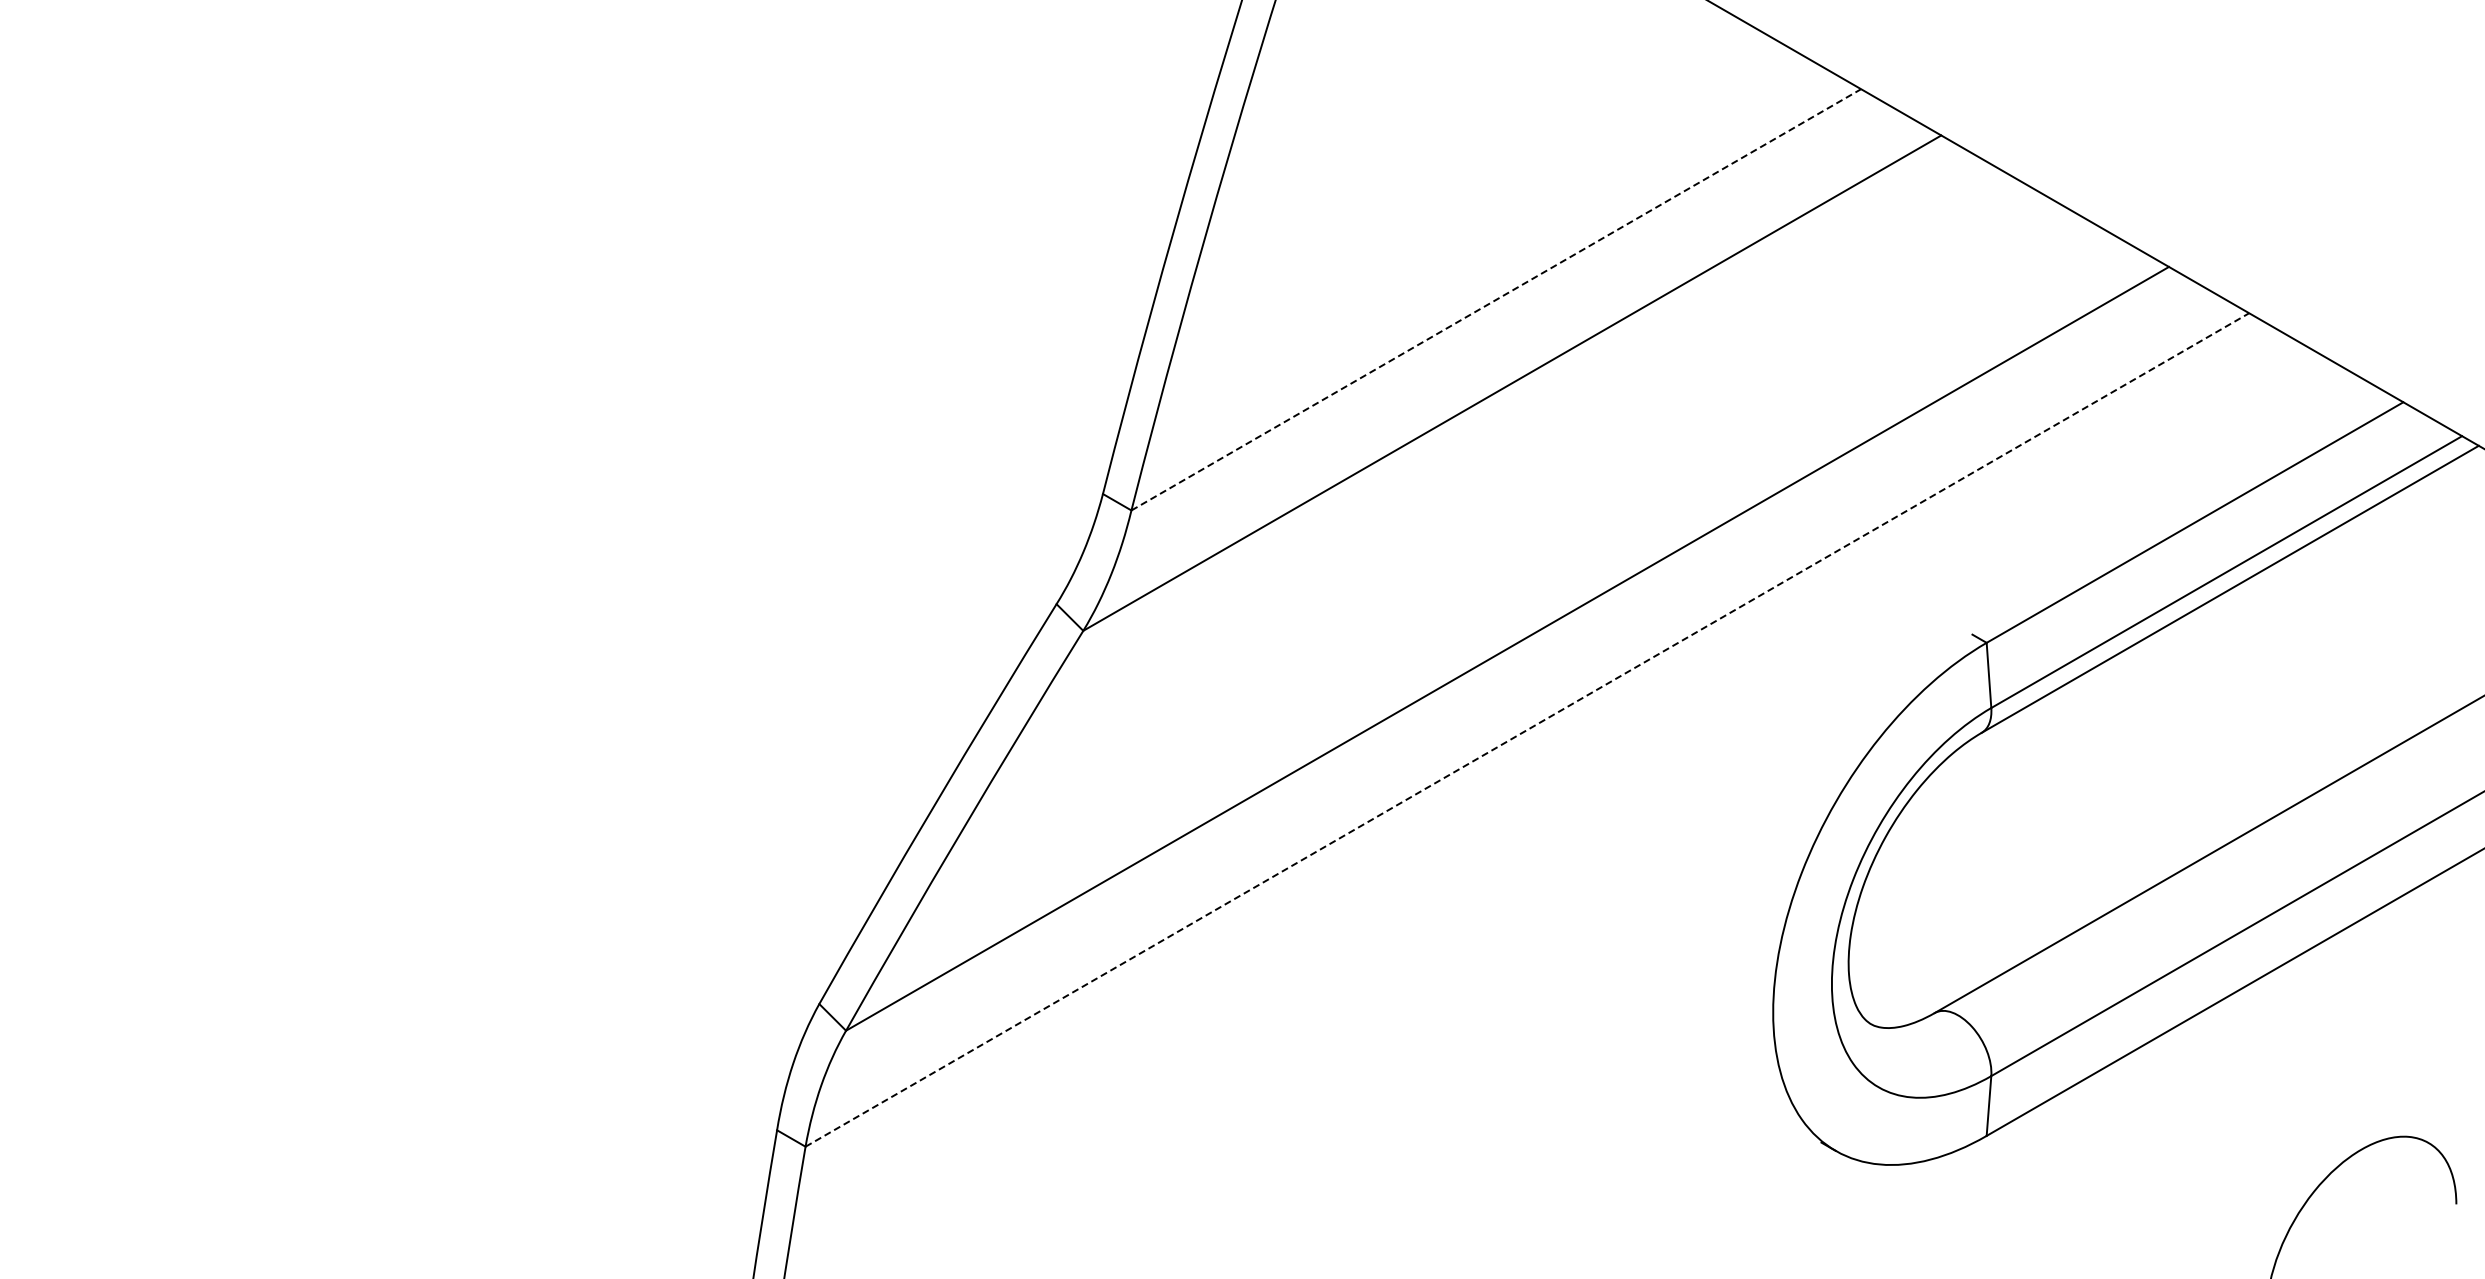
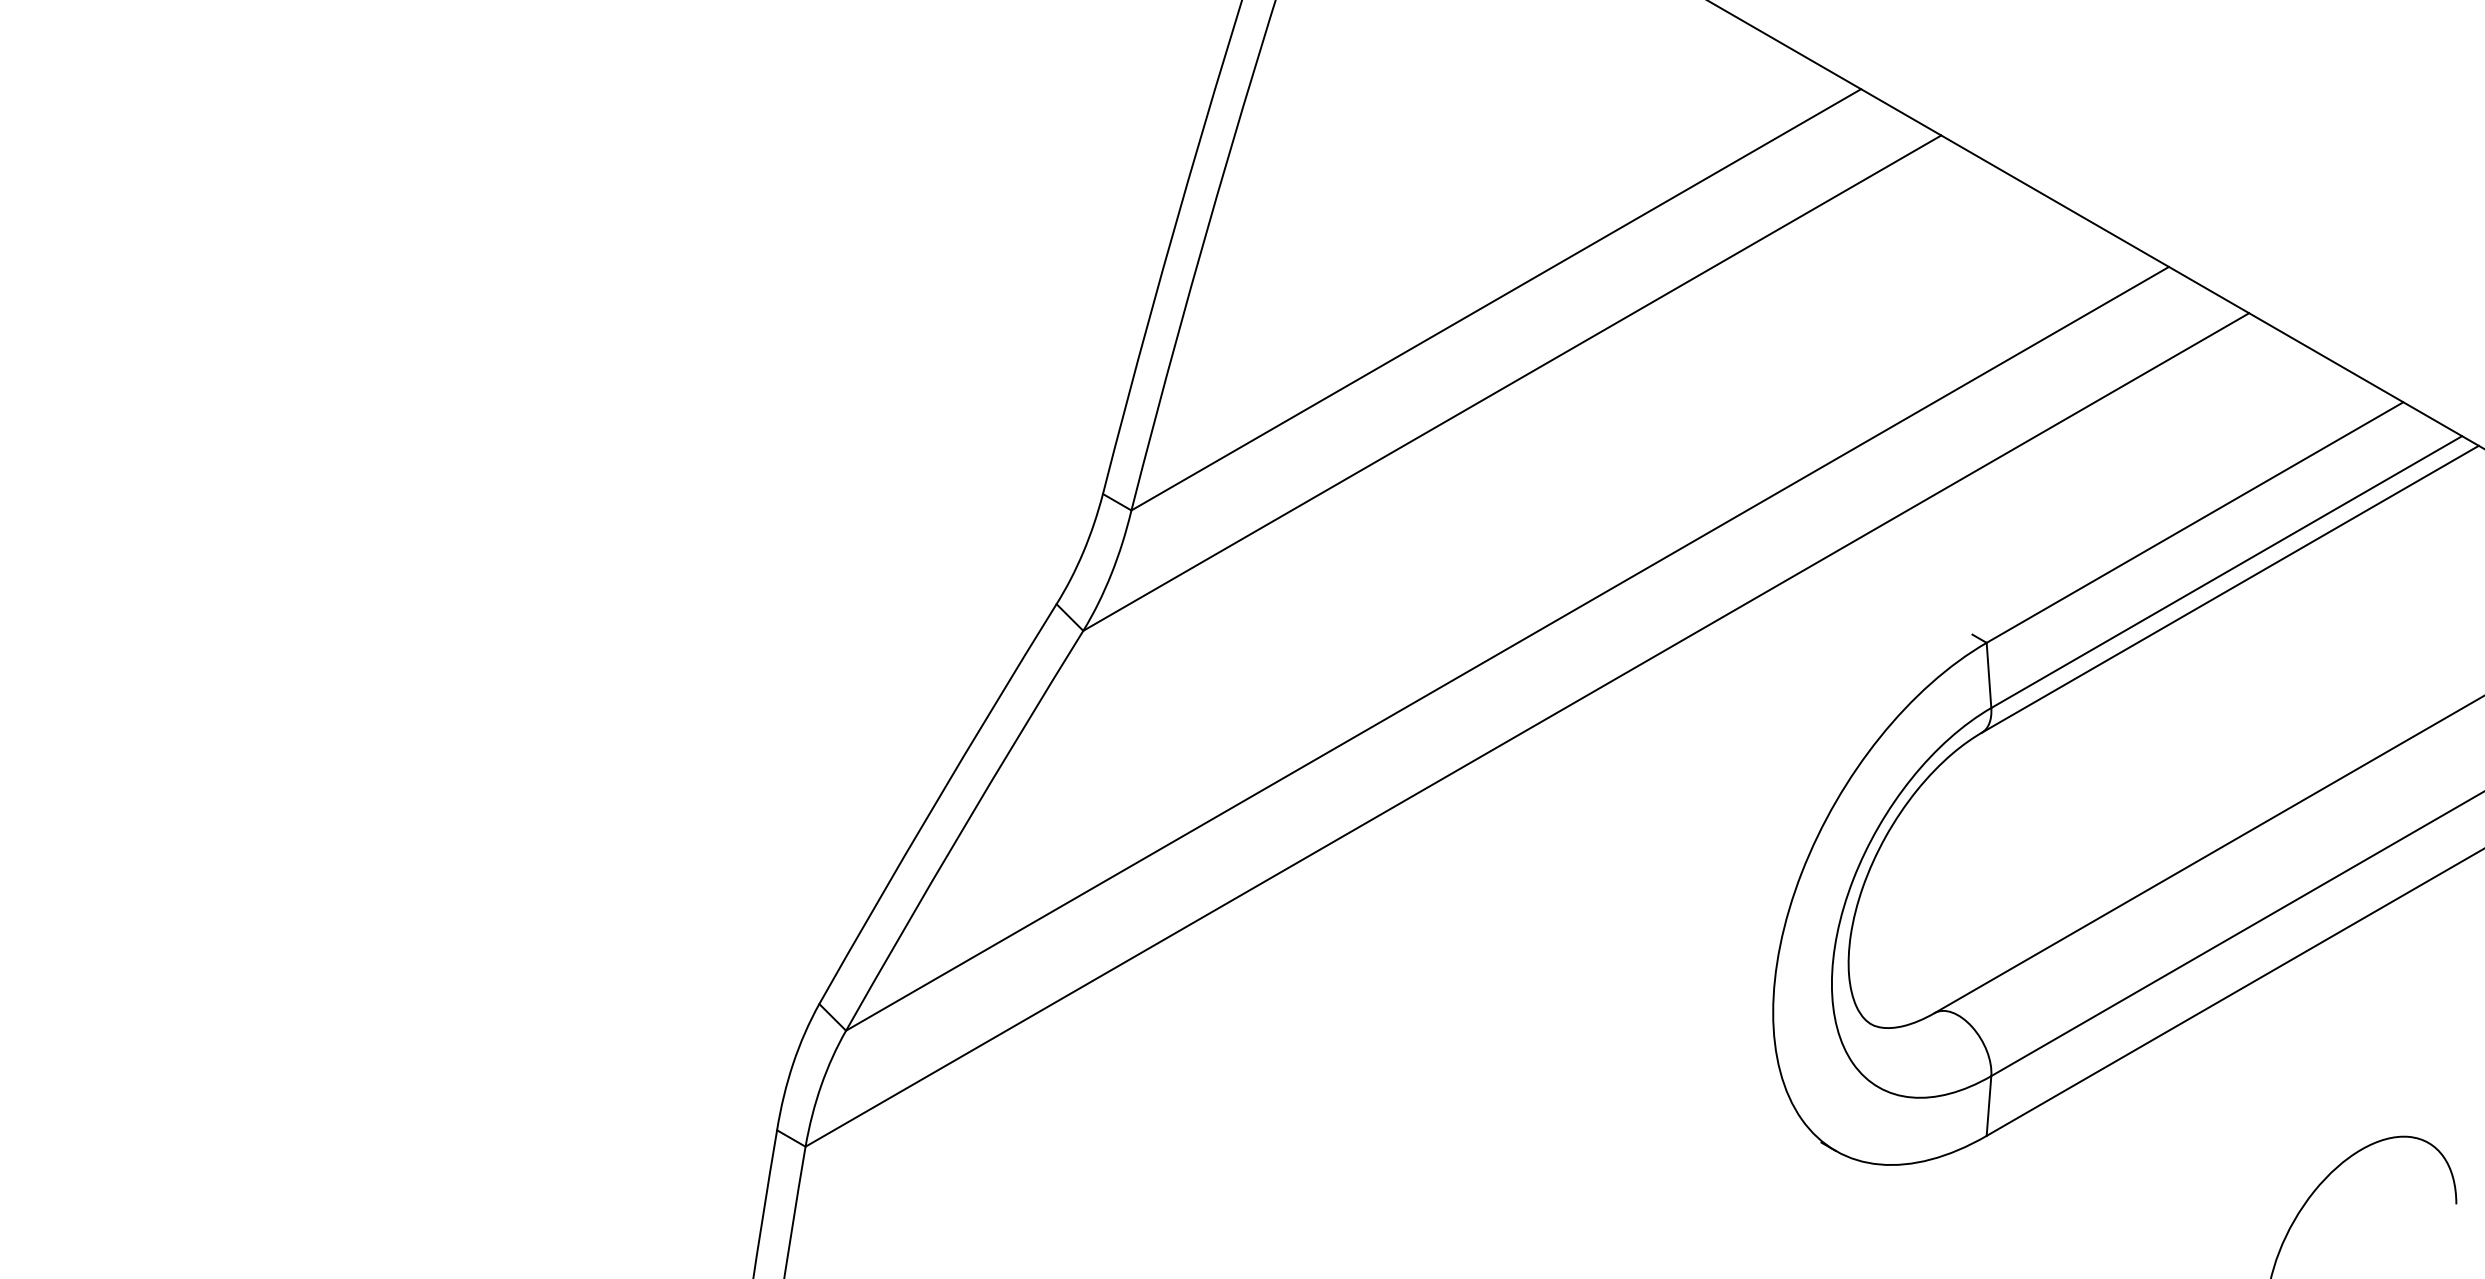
line at (1496, 299): dashed -> solid
line at (1527, 729): dashed -> solid
